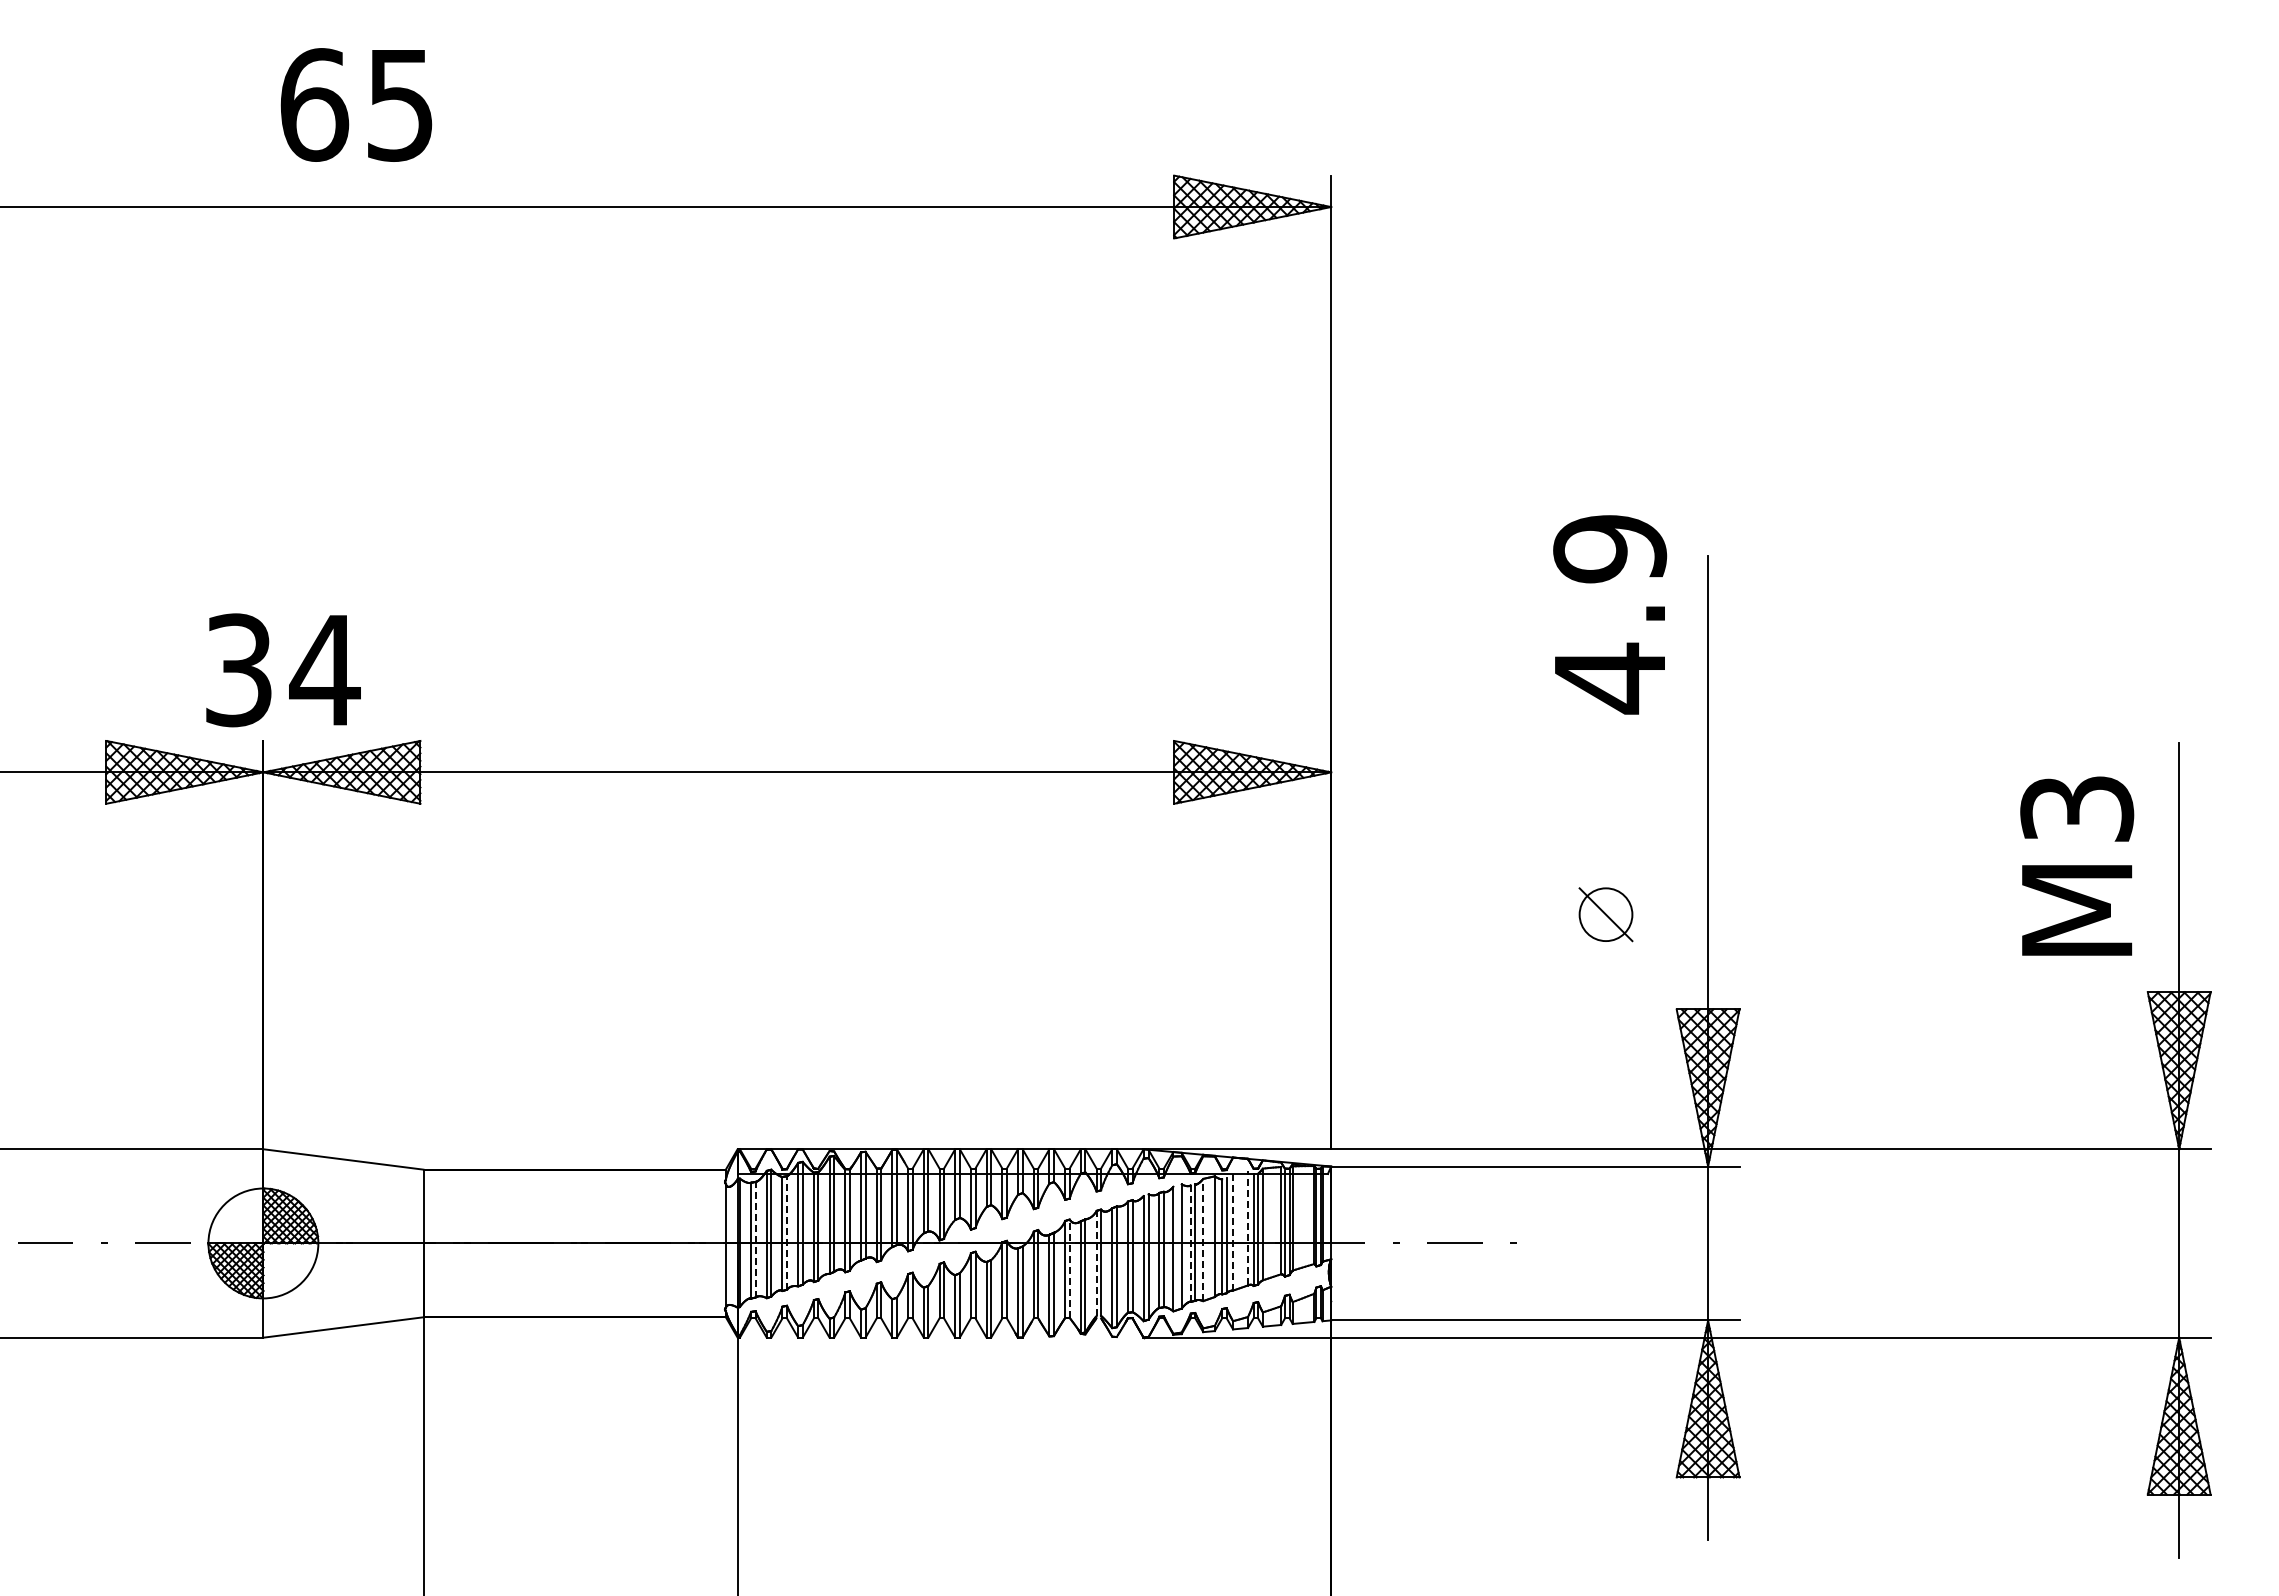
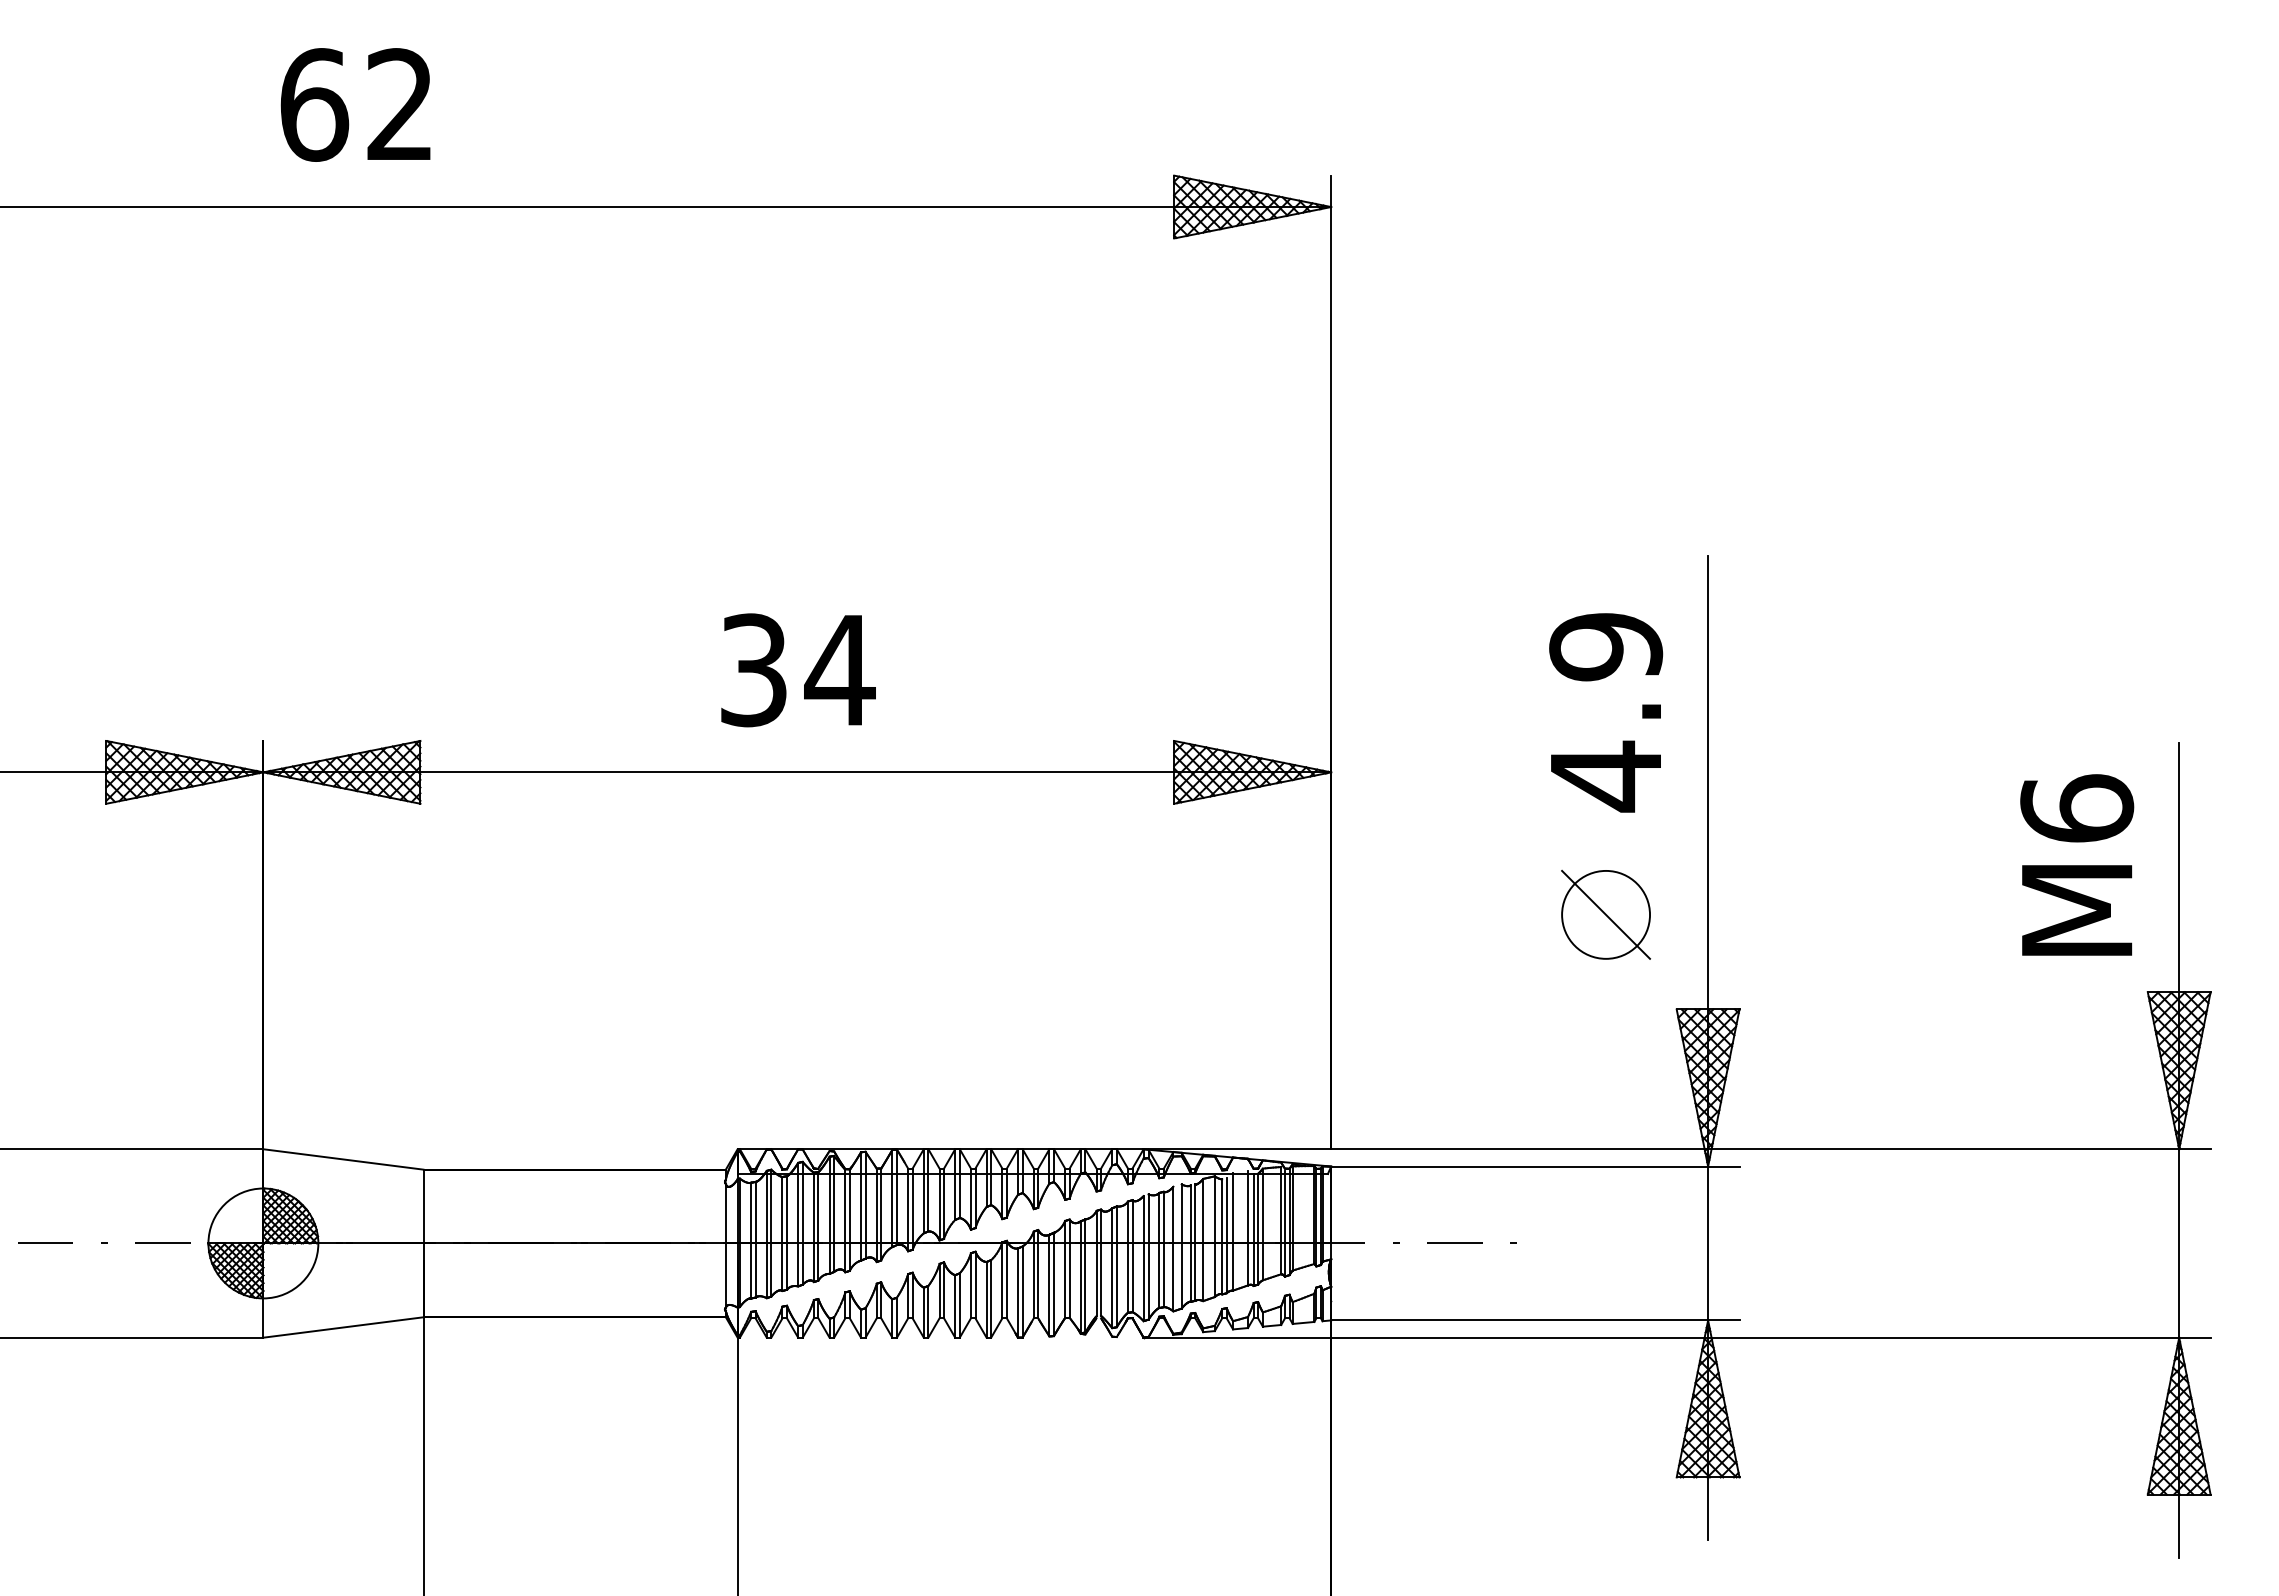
text at (399, 104): 65 -> 62
text at (1610, 614) position: (1610, 614) -> (1606, 712)
text at (283, 670) position: (283, 670) -> (798, 670)
text at (2077, 808): M3 -> M6
part at (1605, 914) size: 56x56 px -> 90x91 px
line at (1248, 1227): dashed -> solid
line at (1233, 1231): dashed -> solid
line at (787, 1232): dashed -> solid
line at (755, 1239): dashed -> solid
line at (1203, 1239): dashed -> solid
line at (1190, 1243): dashed -> solid
line at (1096, 1263): dashed -> solid
line at (1069, 1268): dashed -> solid
